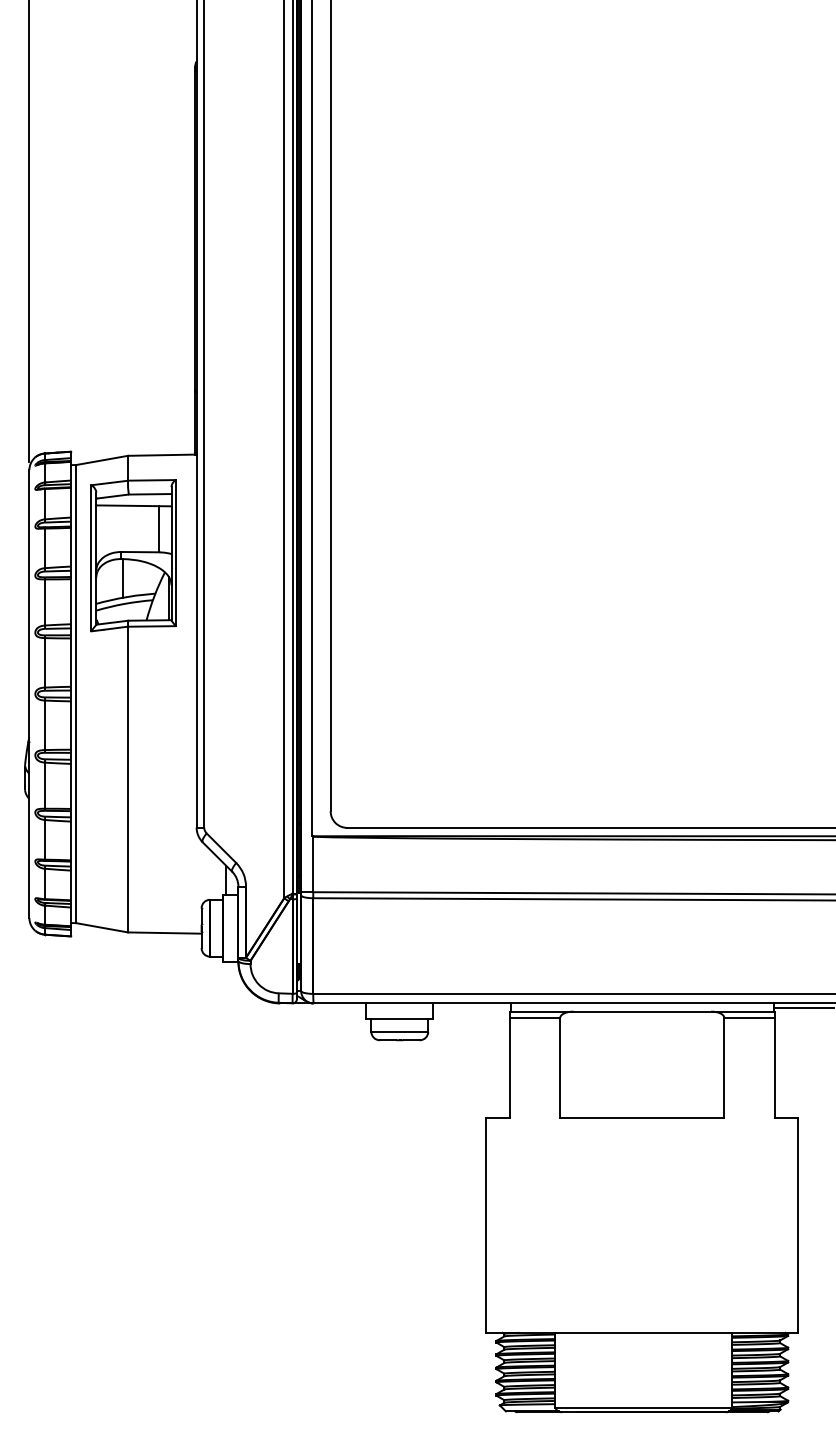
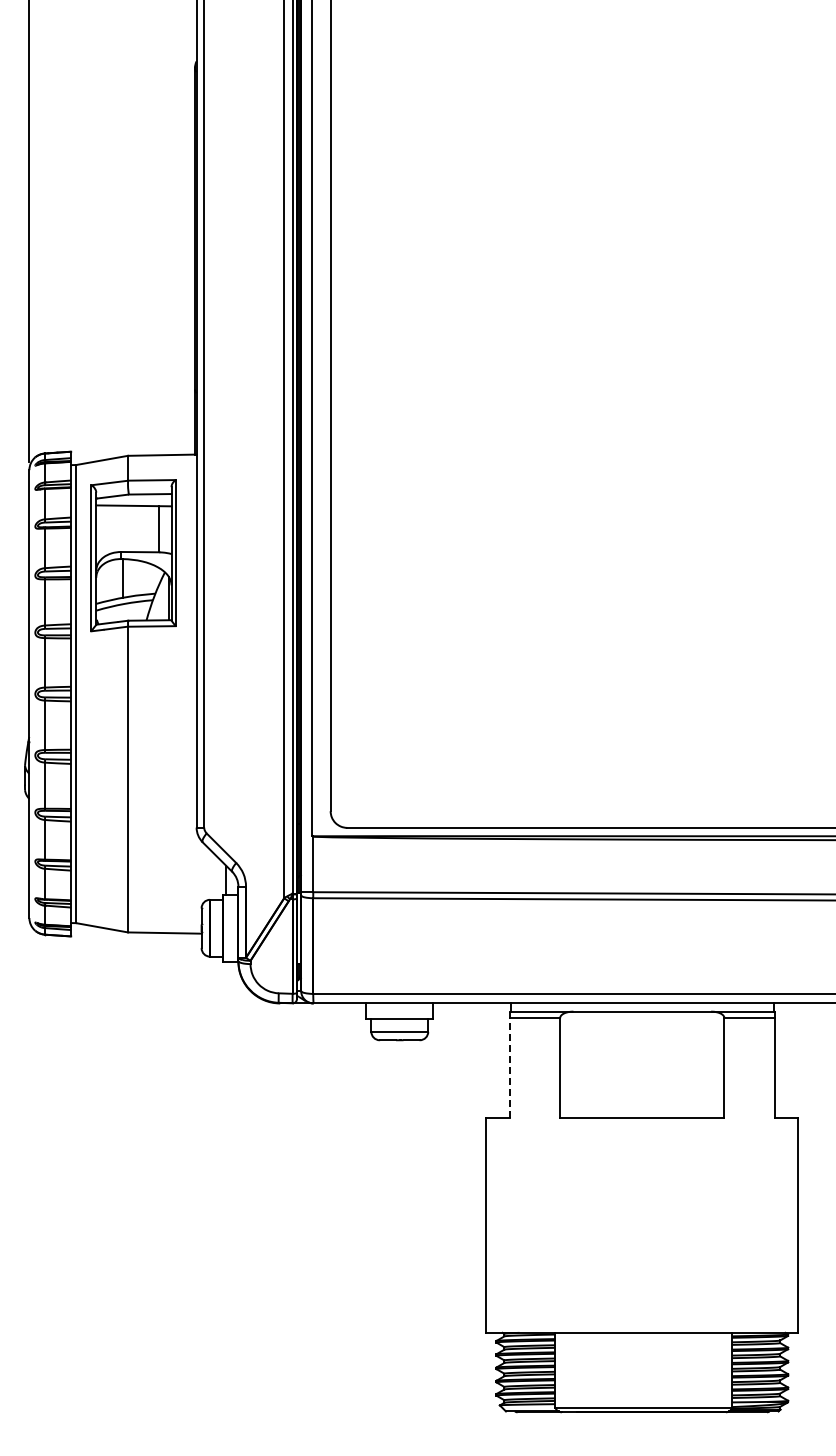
line at (802, 1007): present -> none
line at (509, 1064): solid -> dashed
